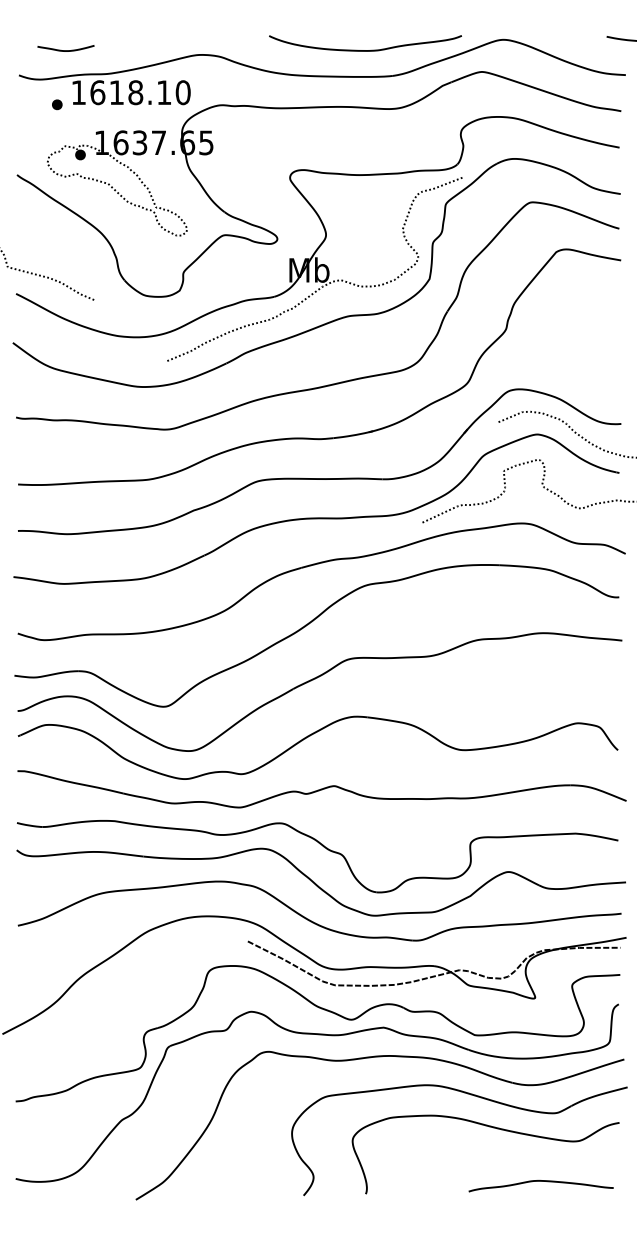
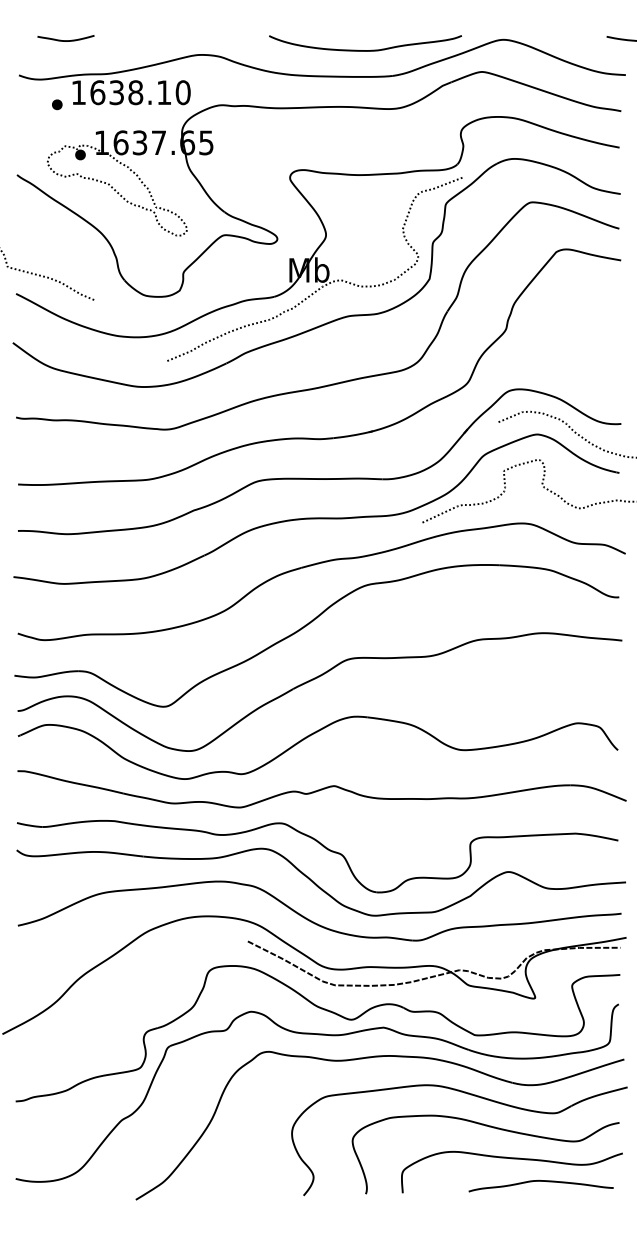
curve at (65, 50) position: (65, 50) -> (65, 40)
text at (116, 92): 1618.10 -> 1638.10
curve at (511, 1159): none -> present
